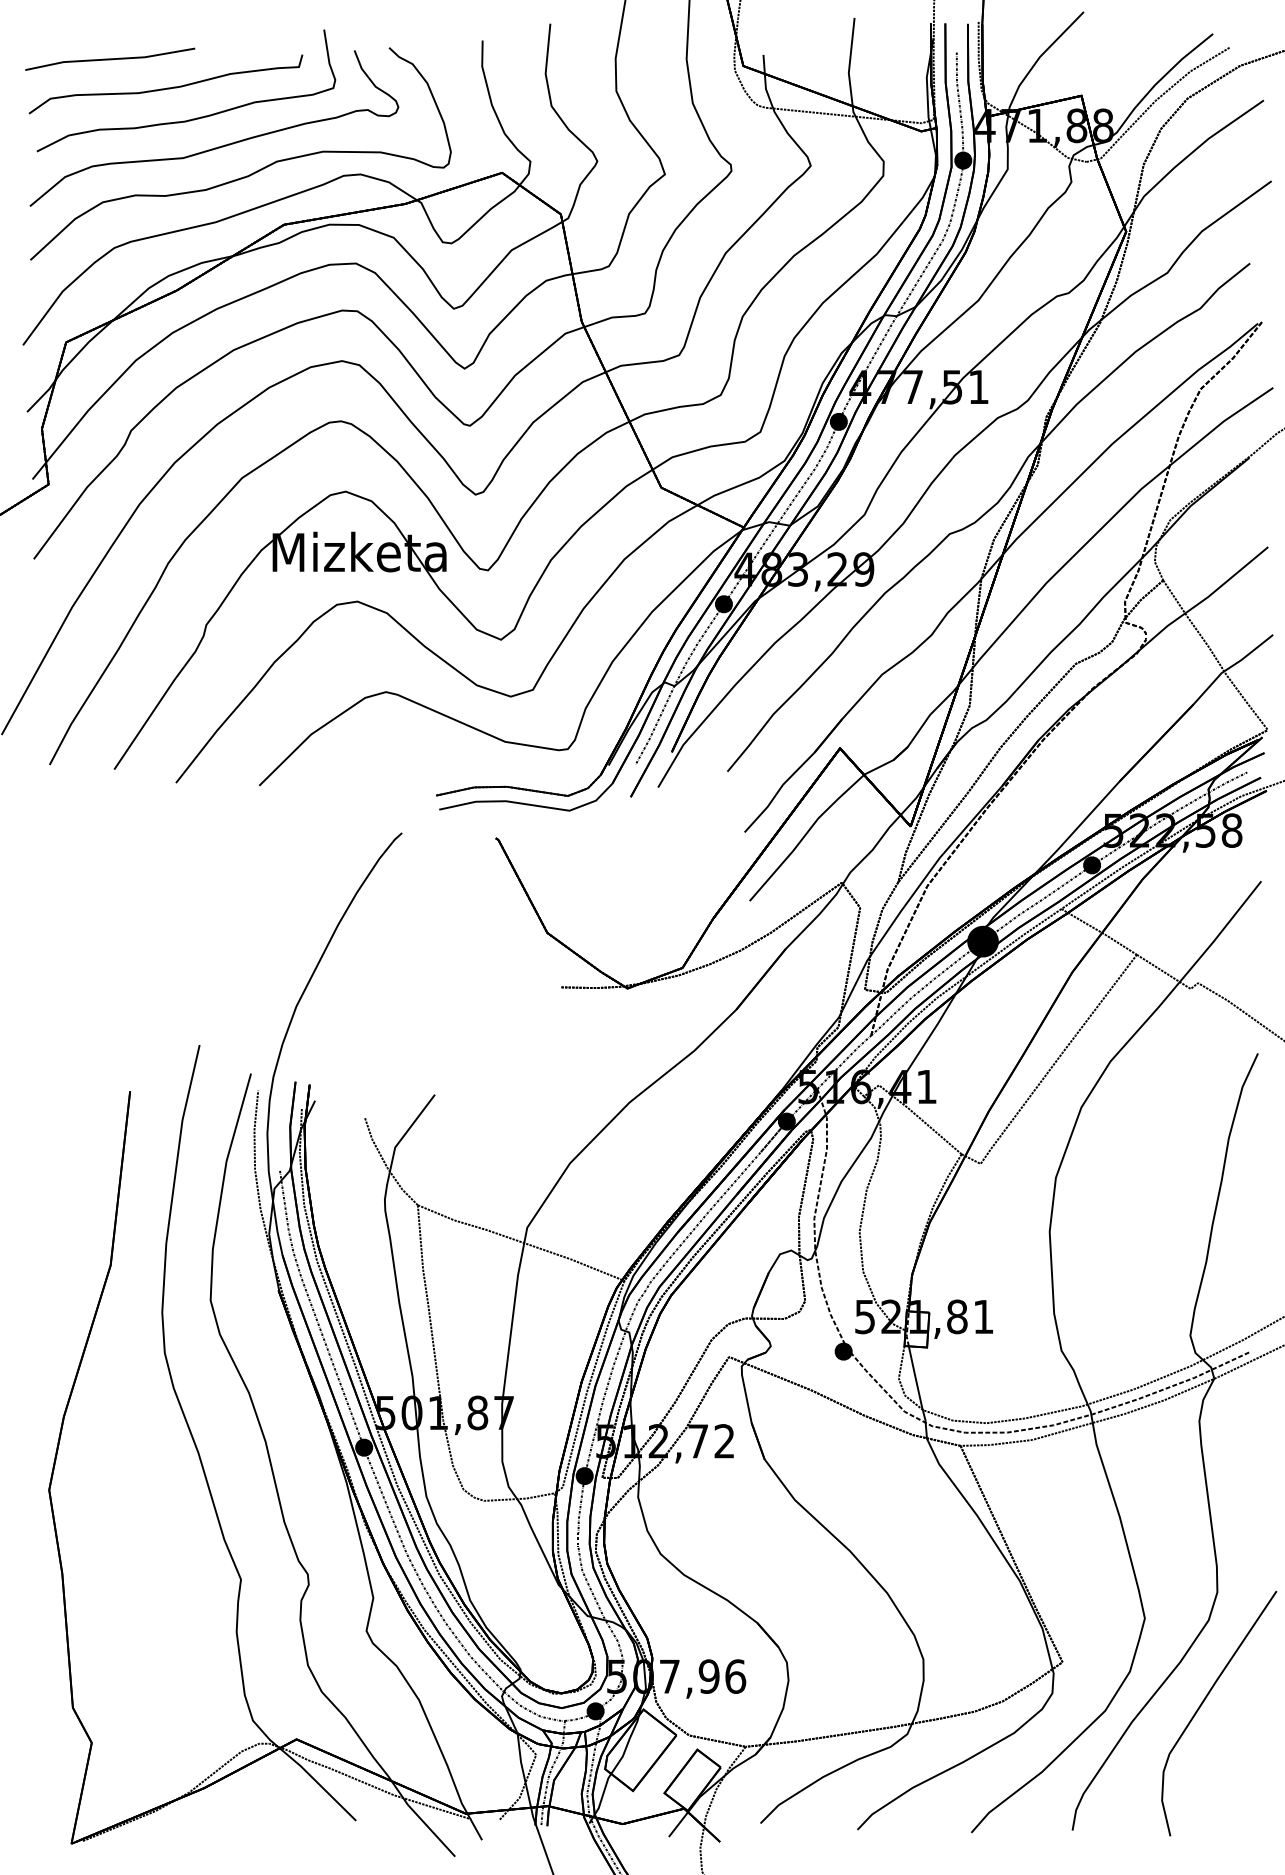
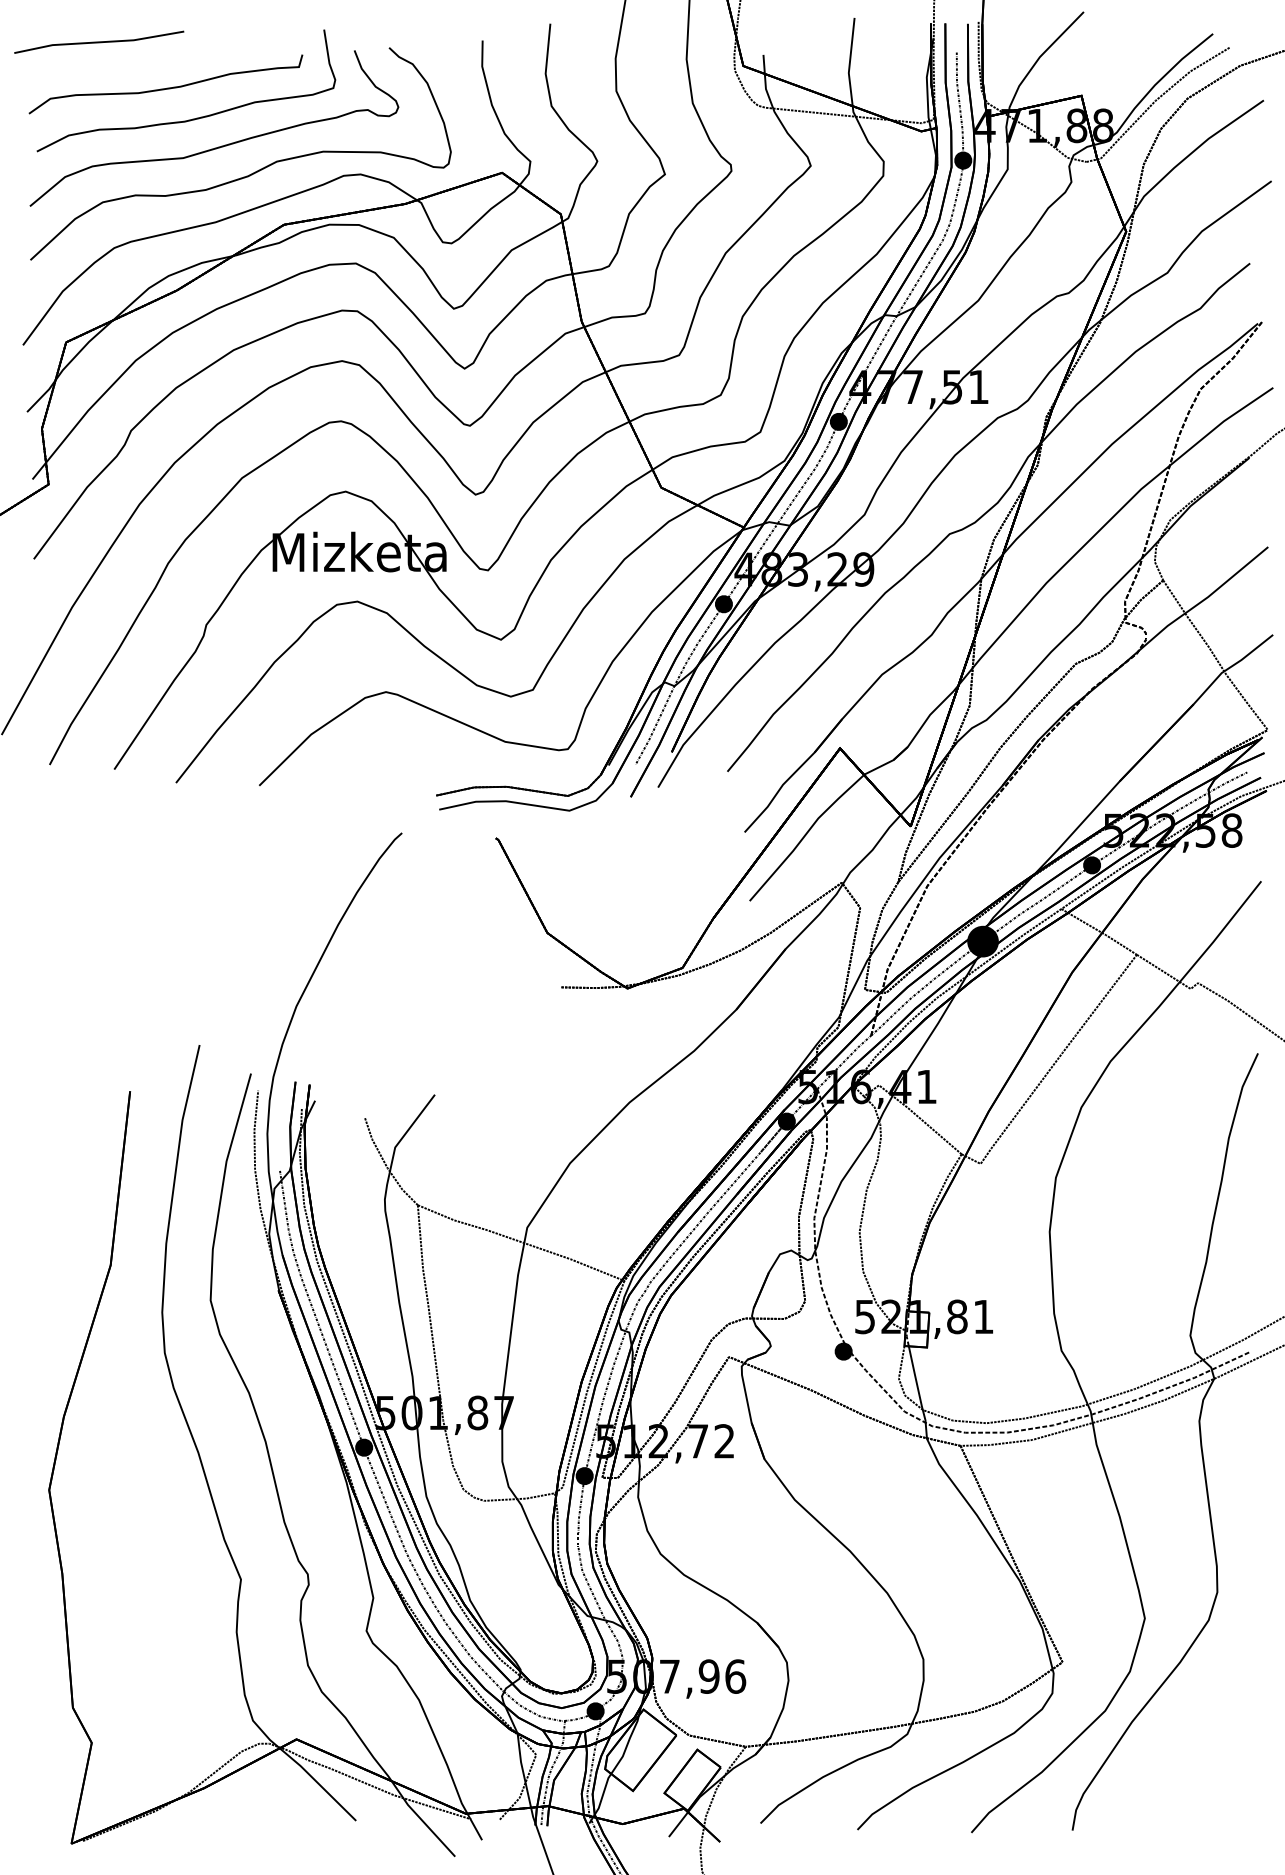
line at (110, 58) position: (110, 58) -> (99, 41)
part at (1203, 1703): present -> none
